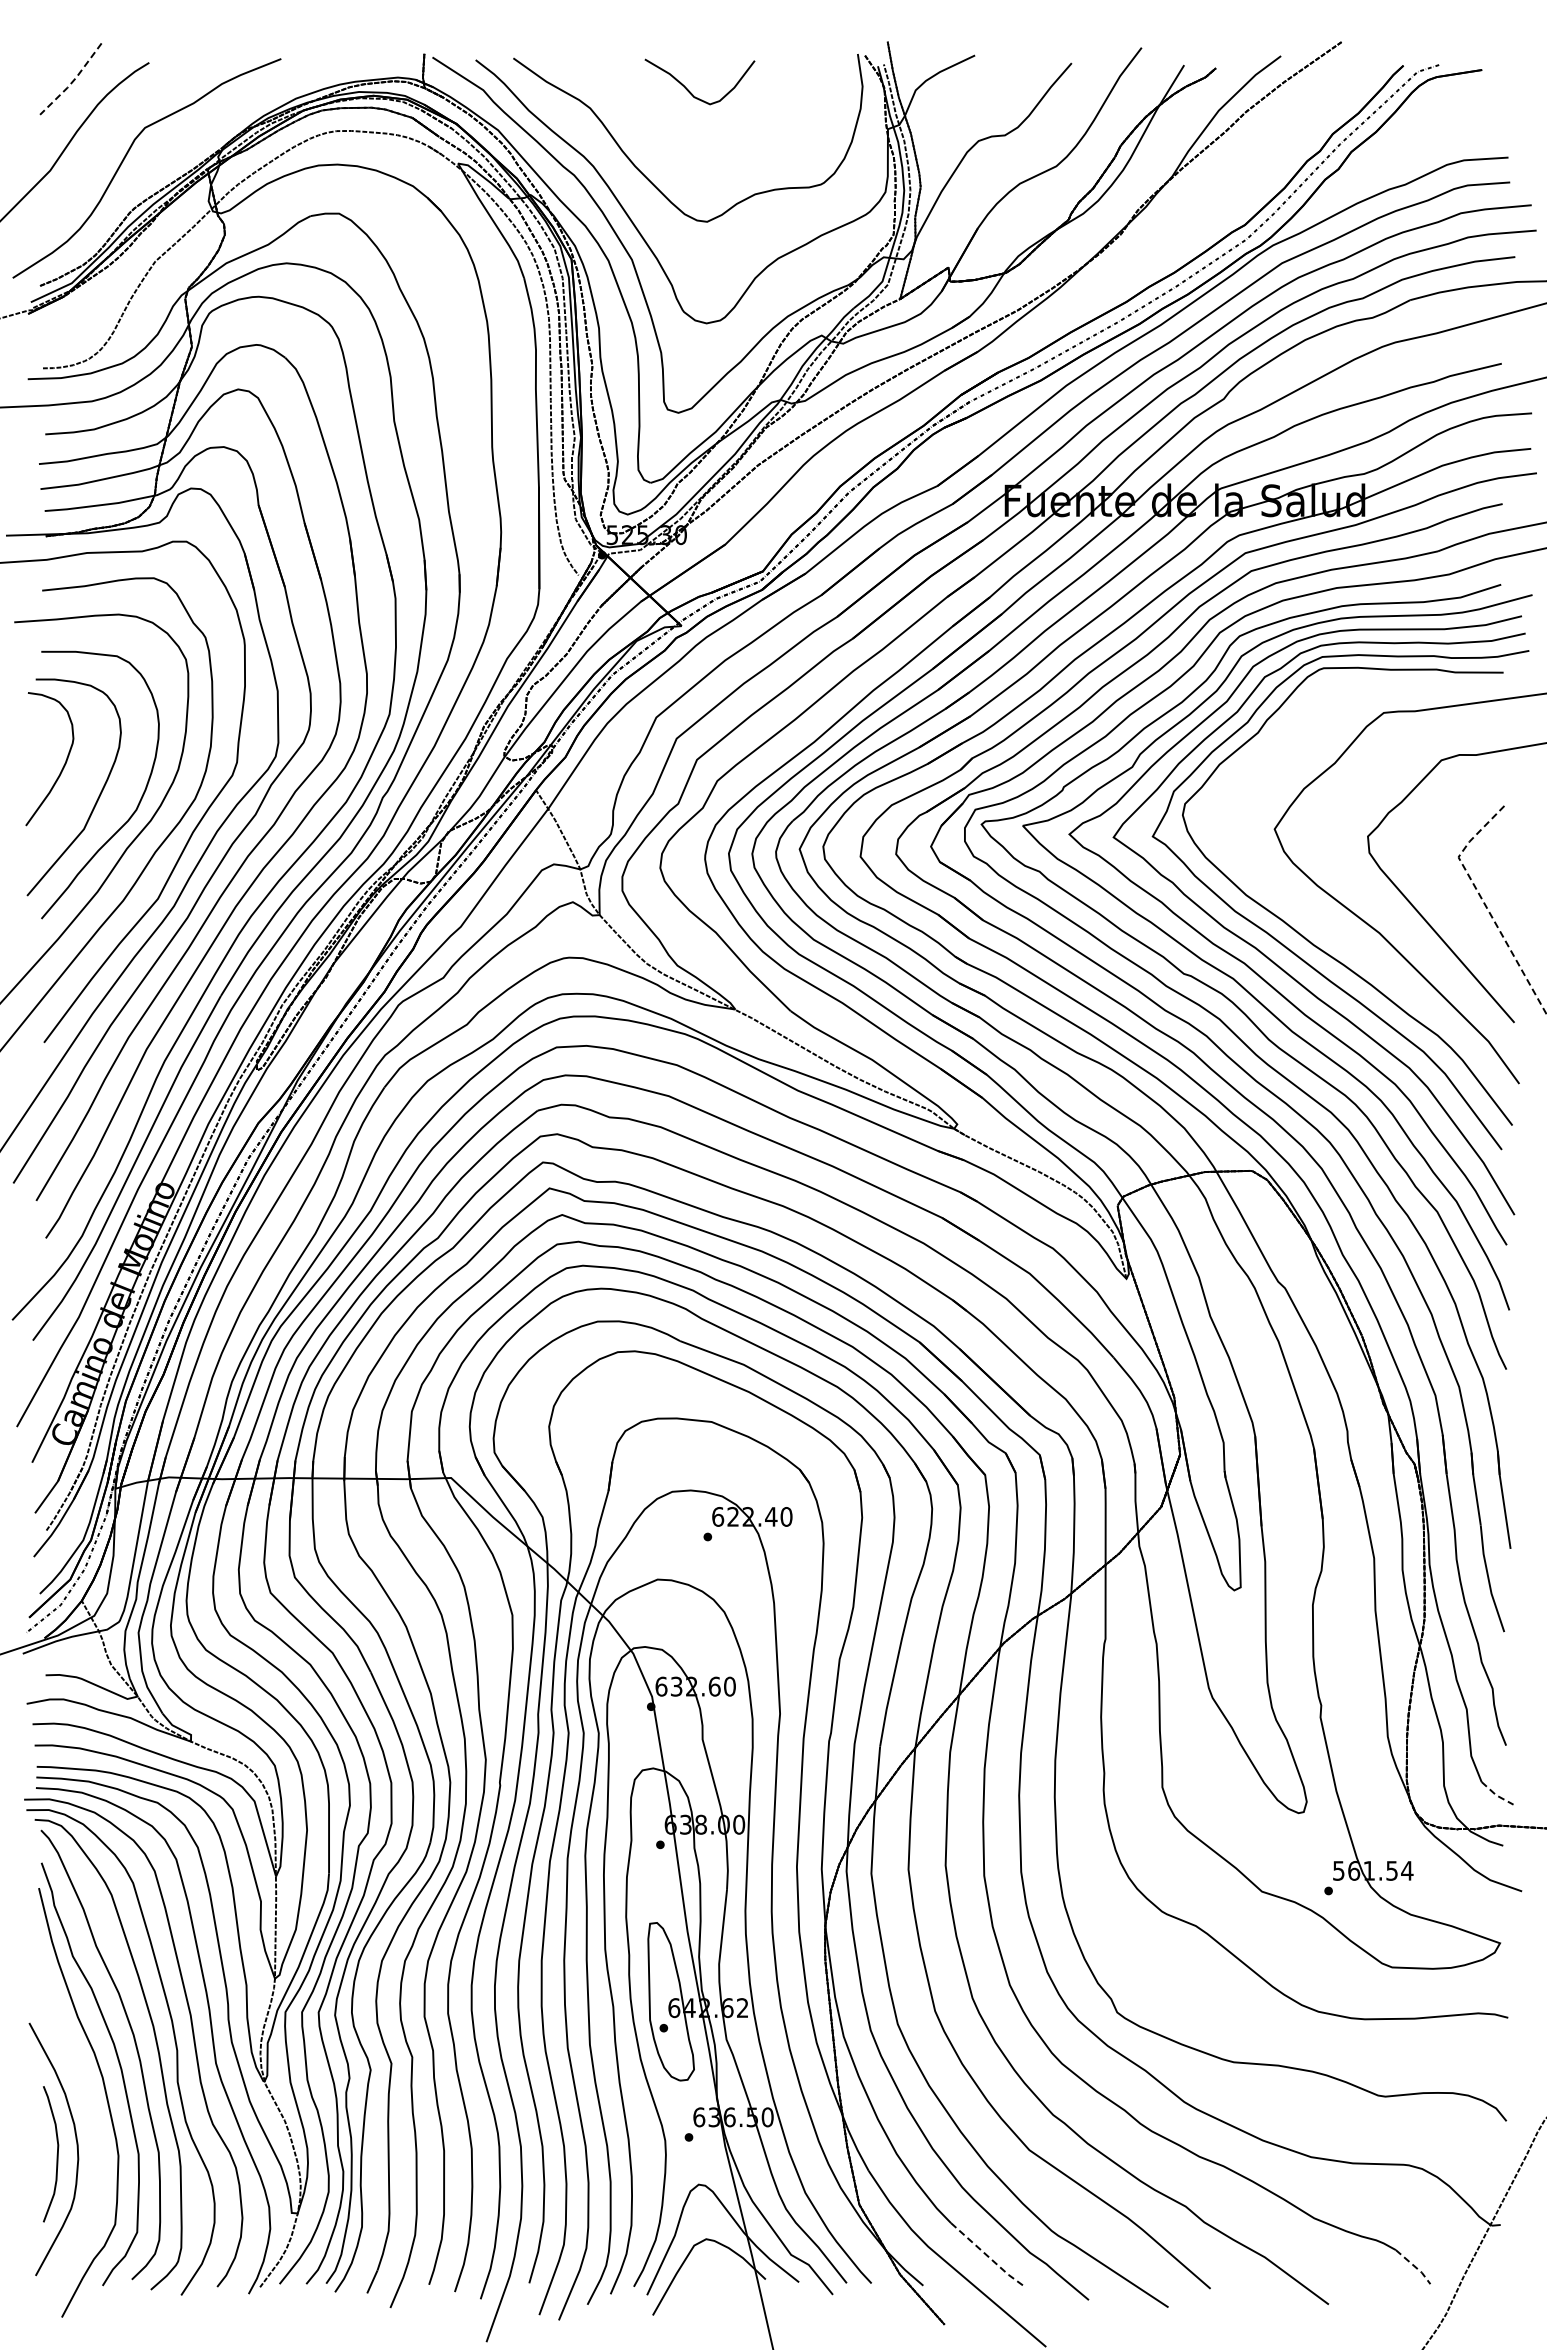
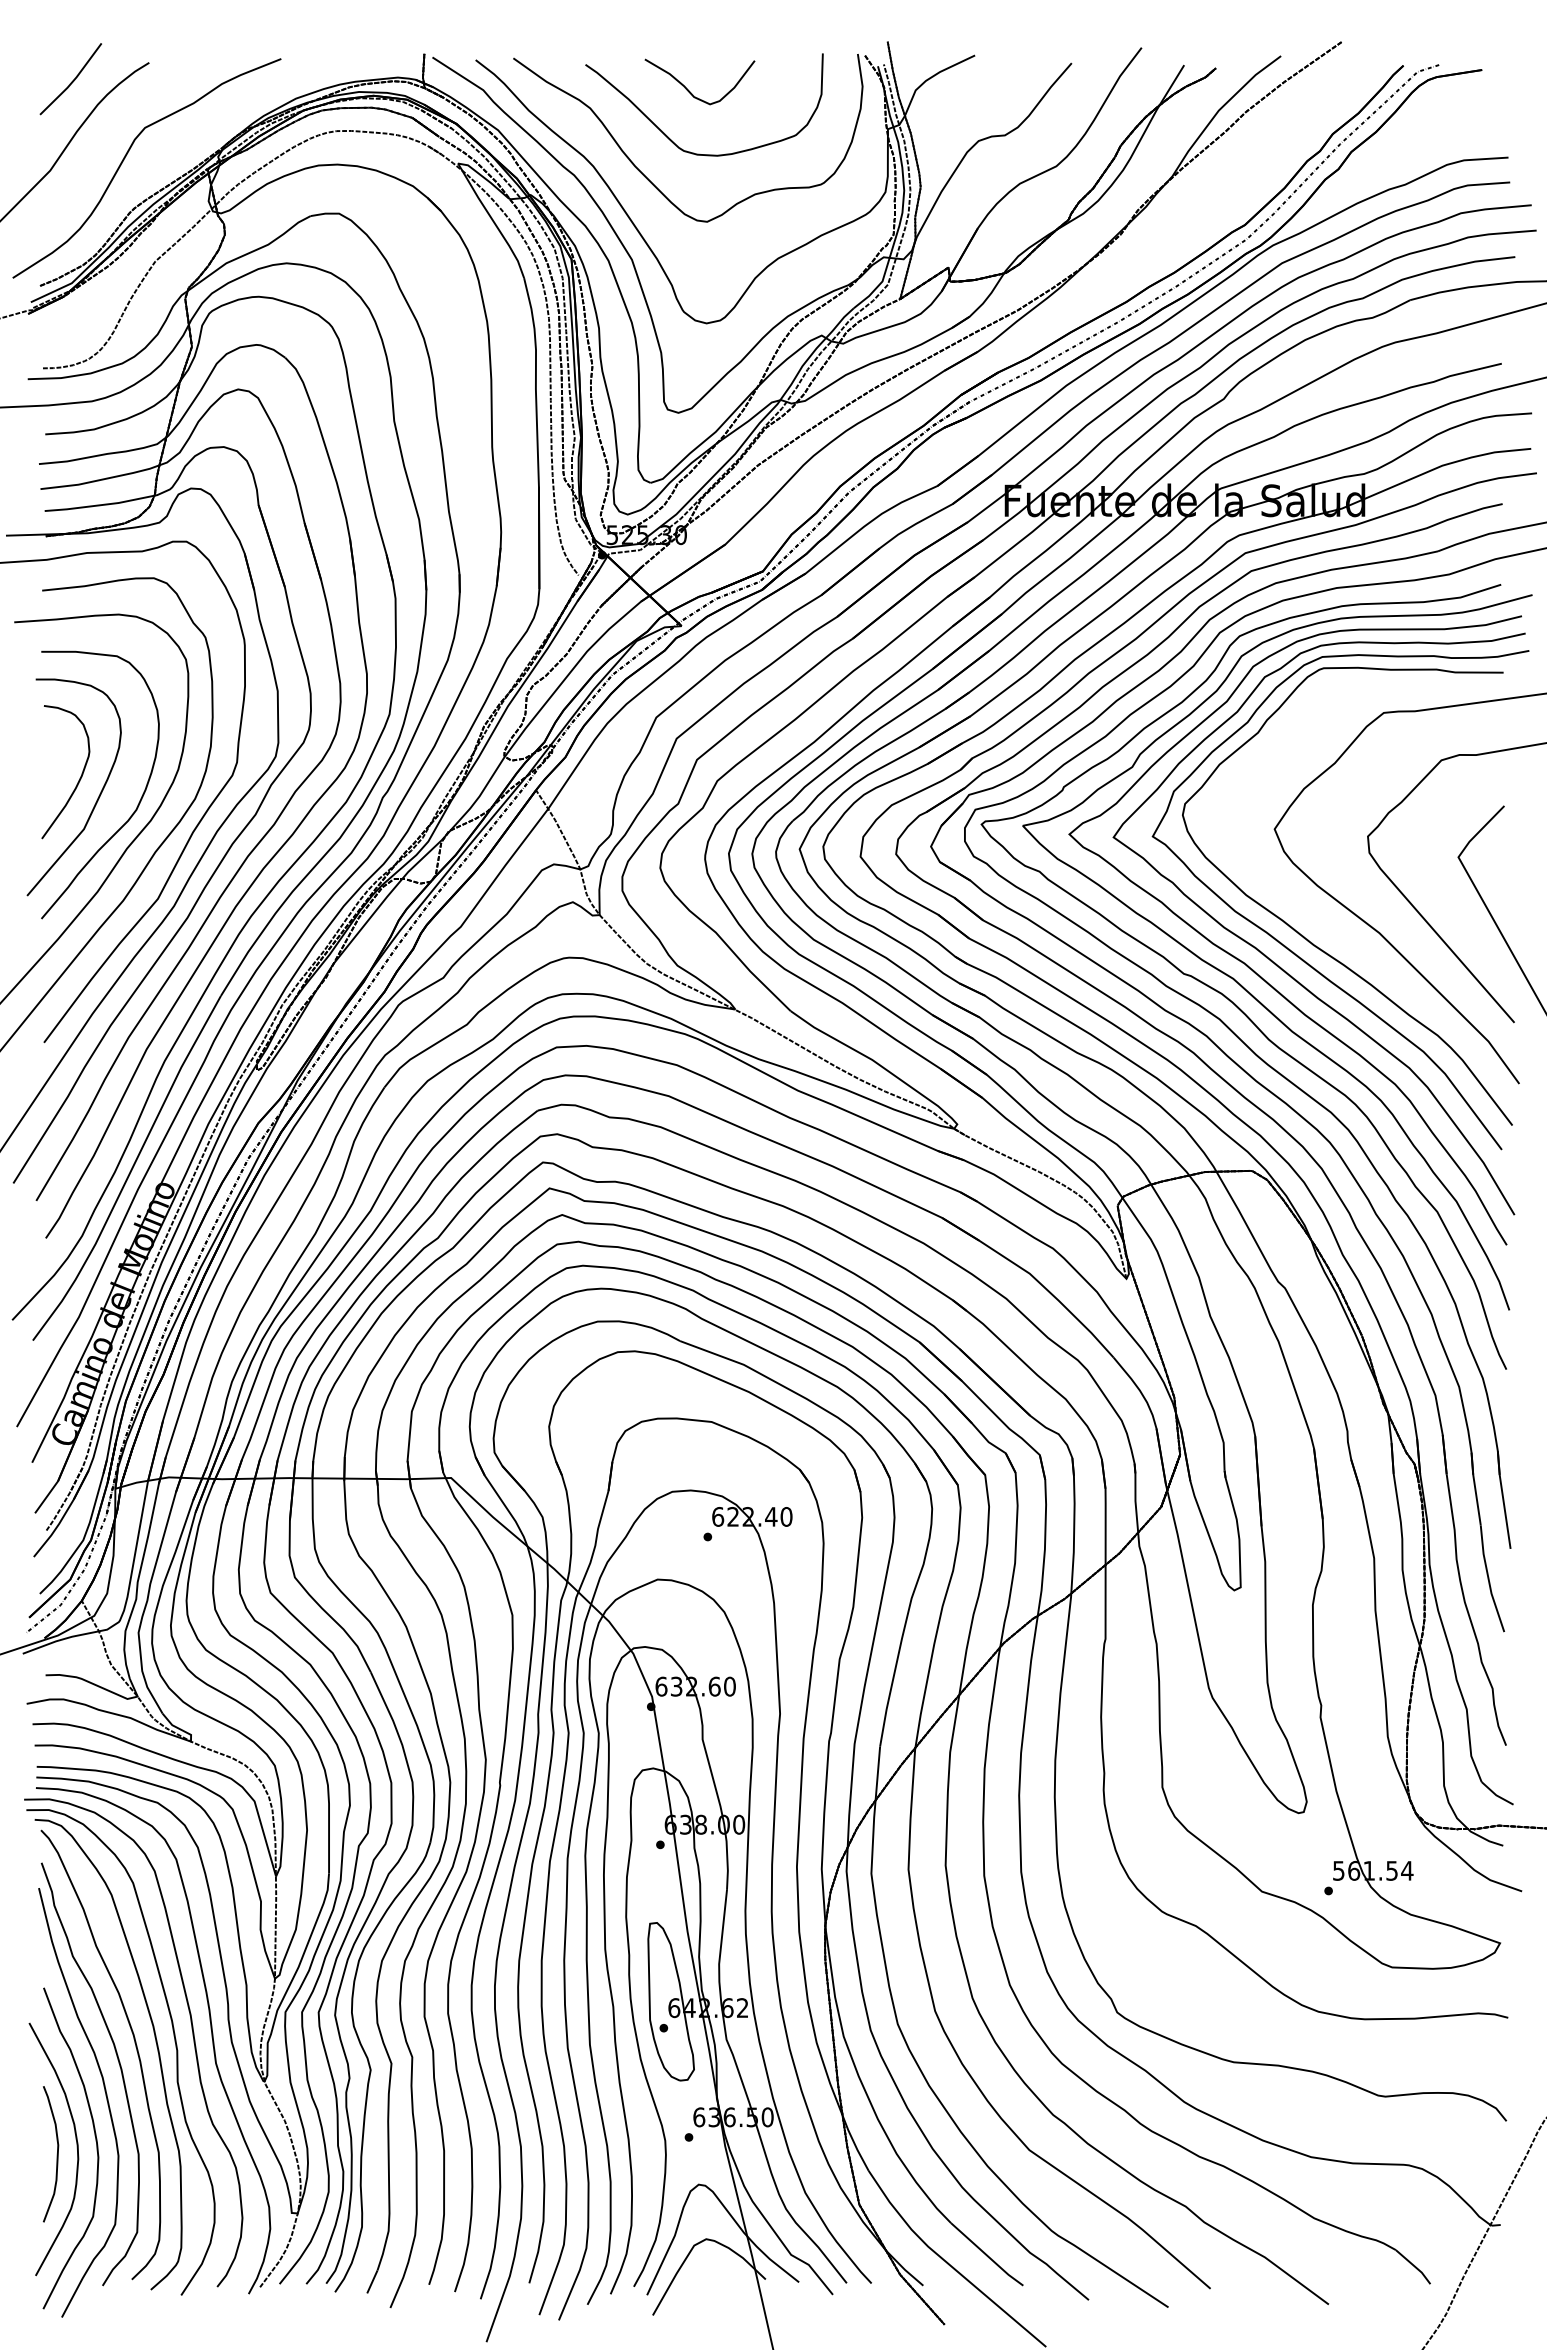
line at (73, 81): dashed -> solid
curve at (670, 138): none -> present
curve at (63, 765) position: (63, 765) -> (79, 778)
line at (1484, 904): dashed -> solid
line at (1496, 1795): dashed -> solid
curve at (95, 2141): none -> present
line at (987, 2255): dashed -> solid
line at (1415, 2266): dashed -> solid
